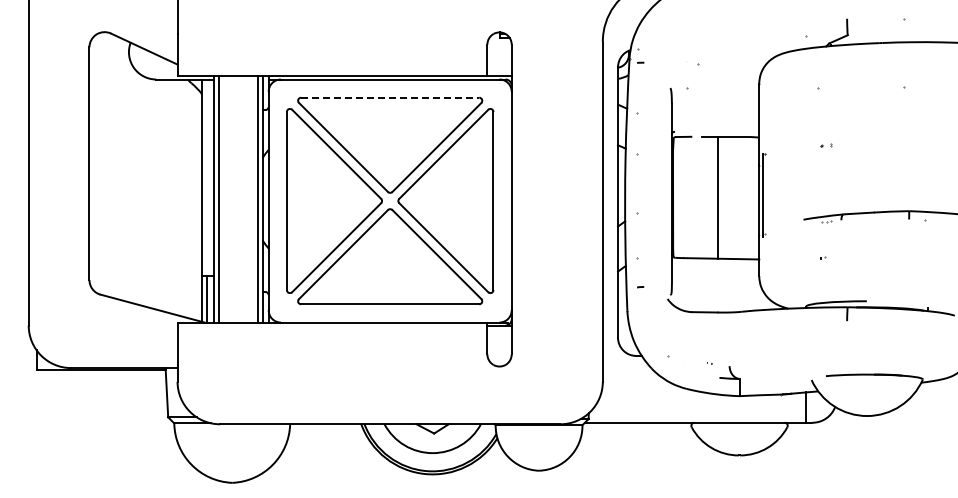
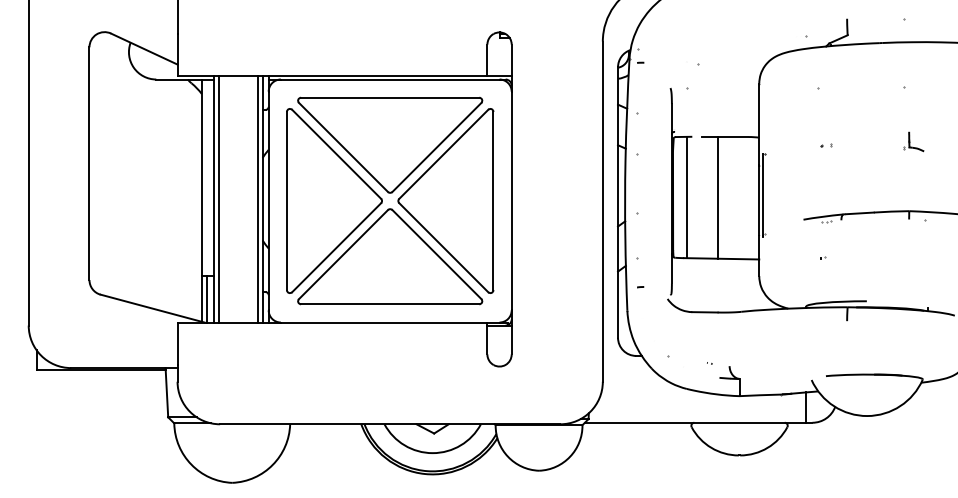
line at (390, 97): dashed -> solid
part at (913, 141): none -> present
line at (686, 197): none -> present
